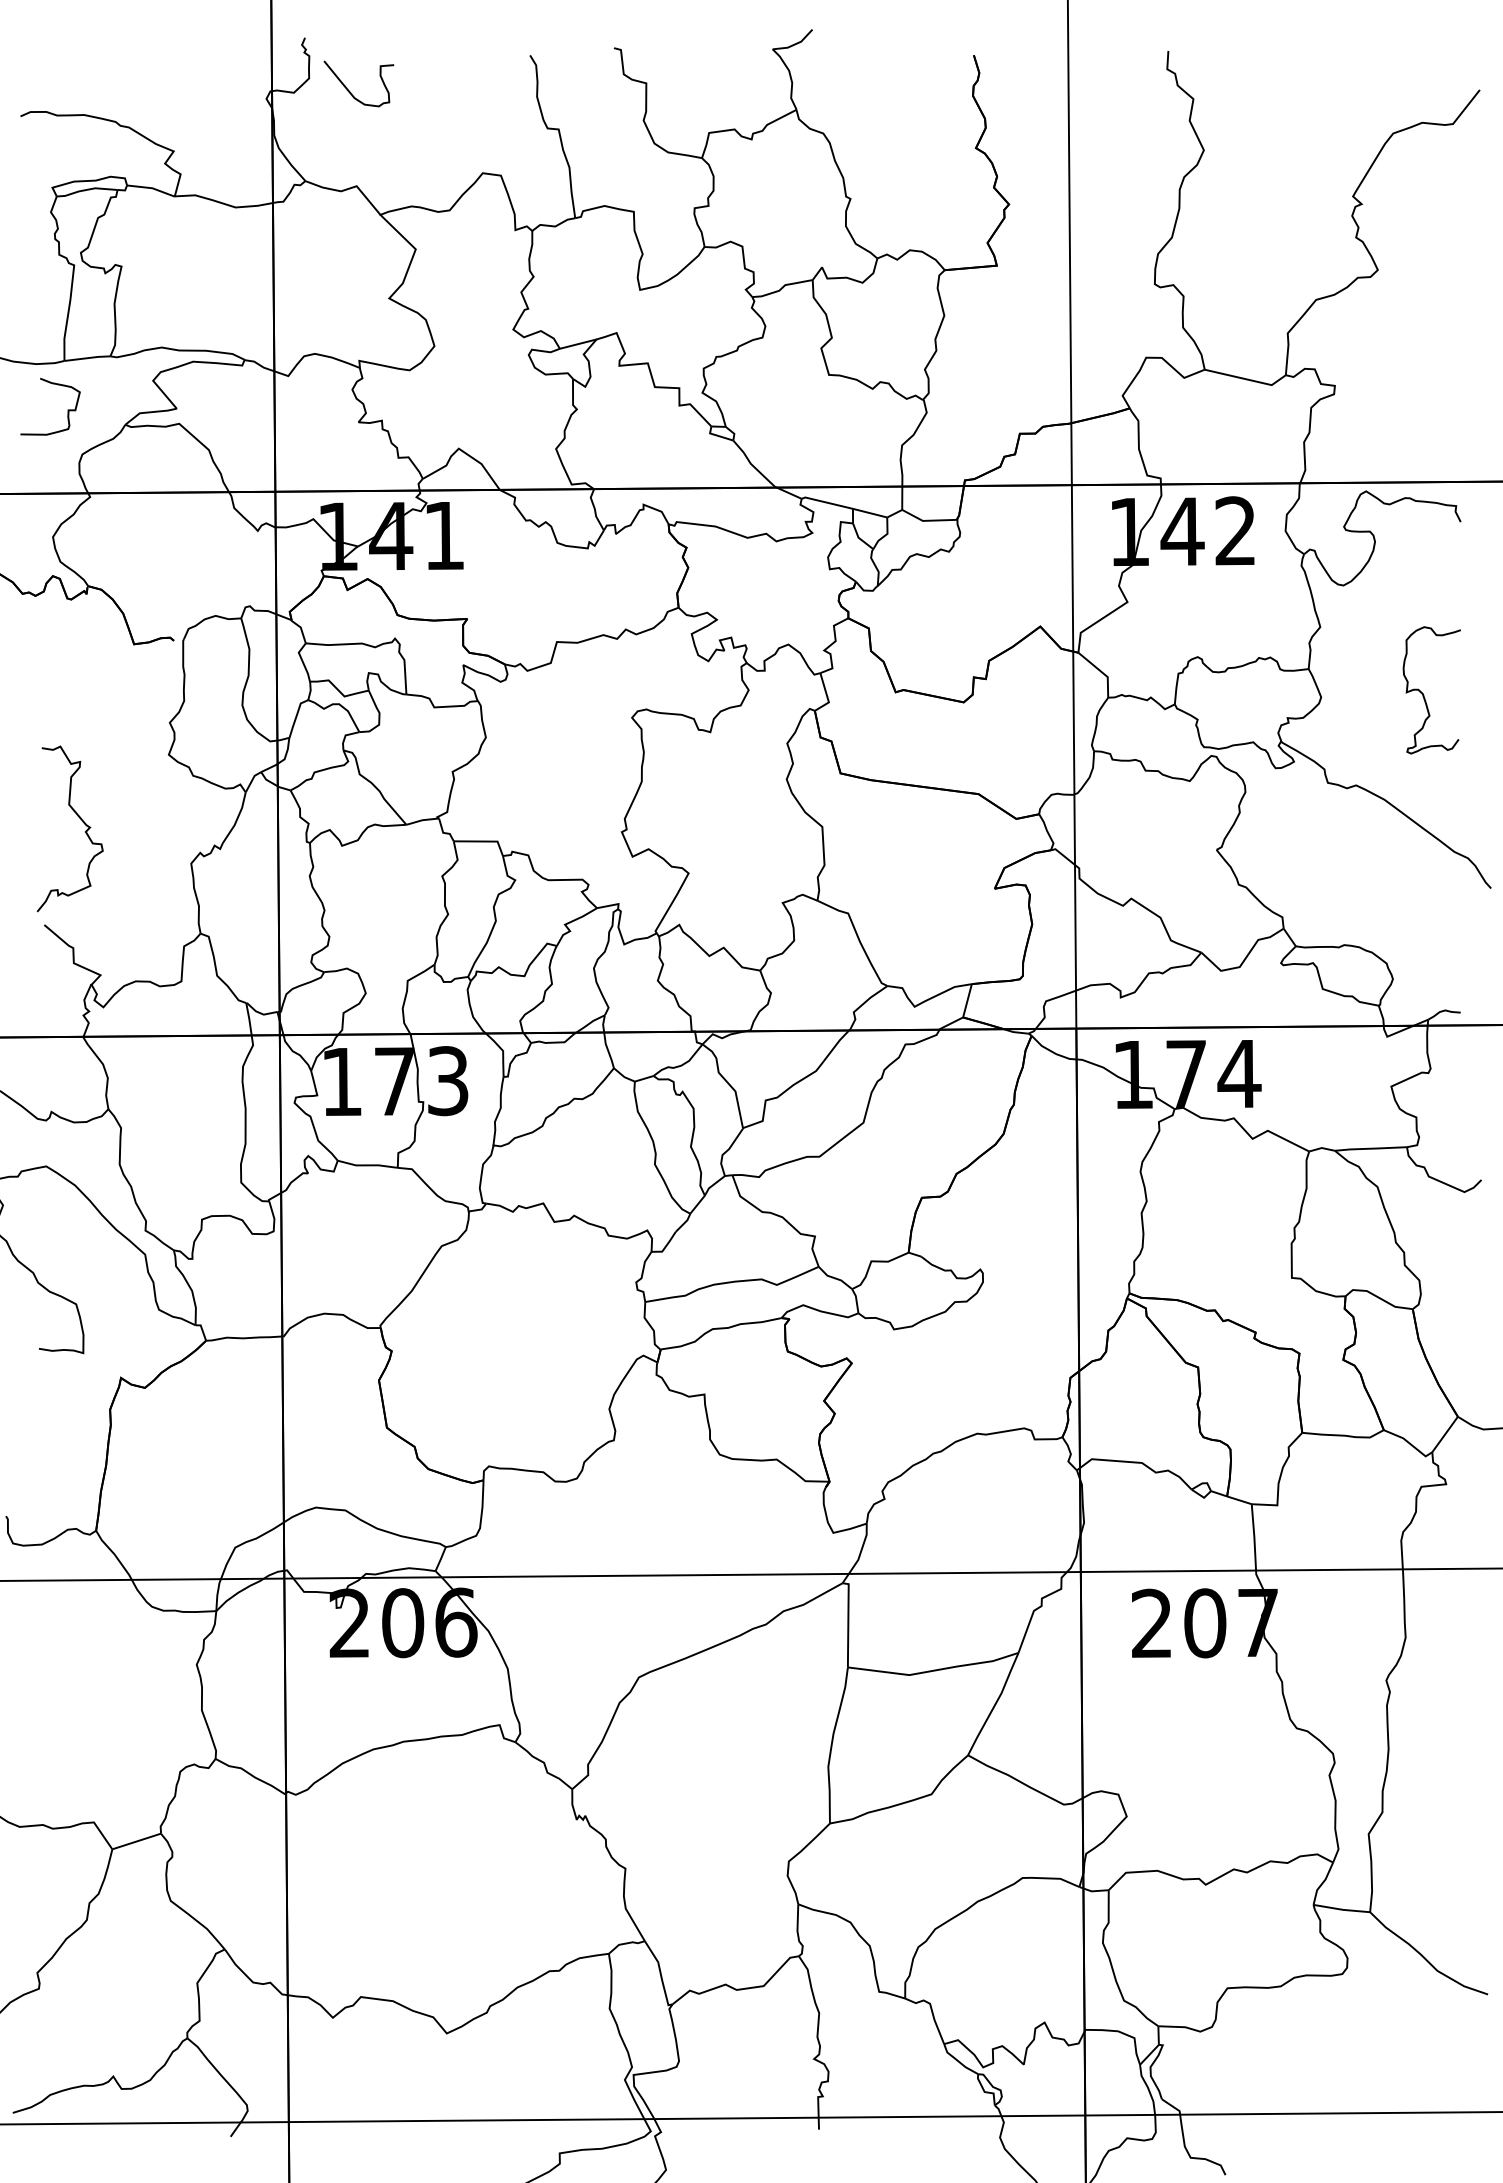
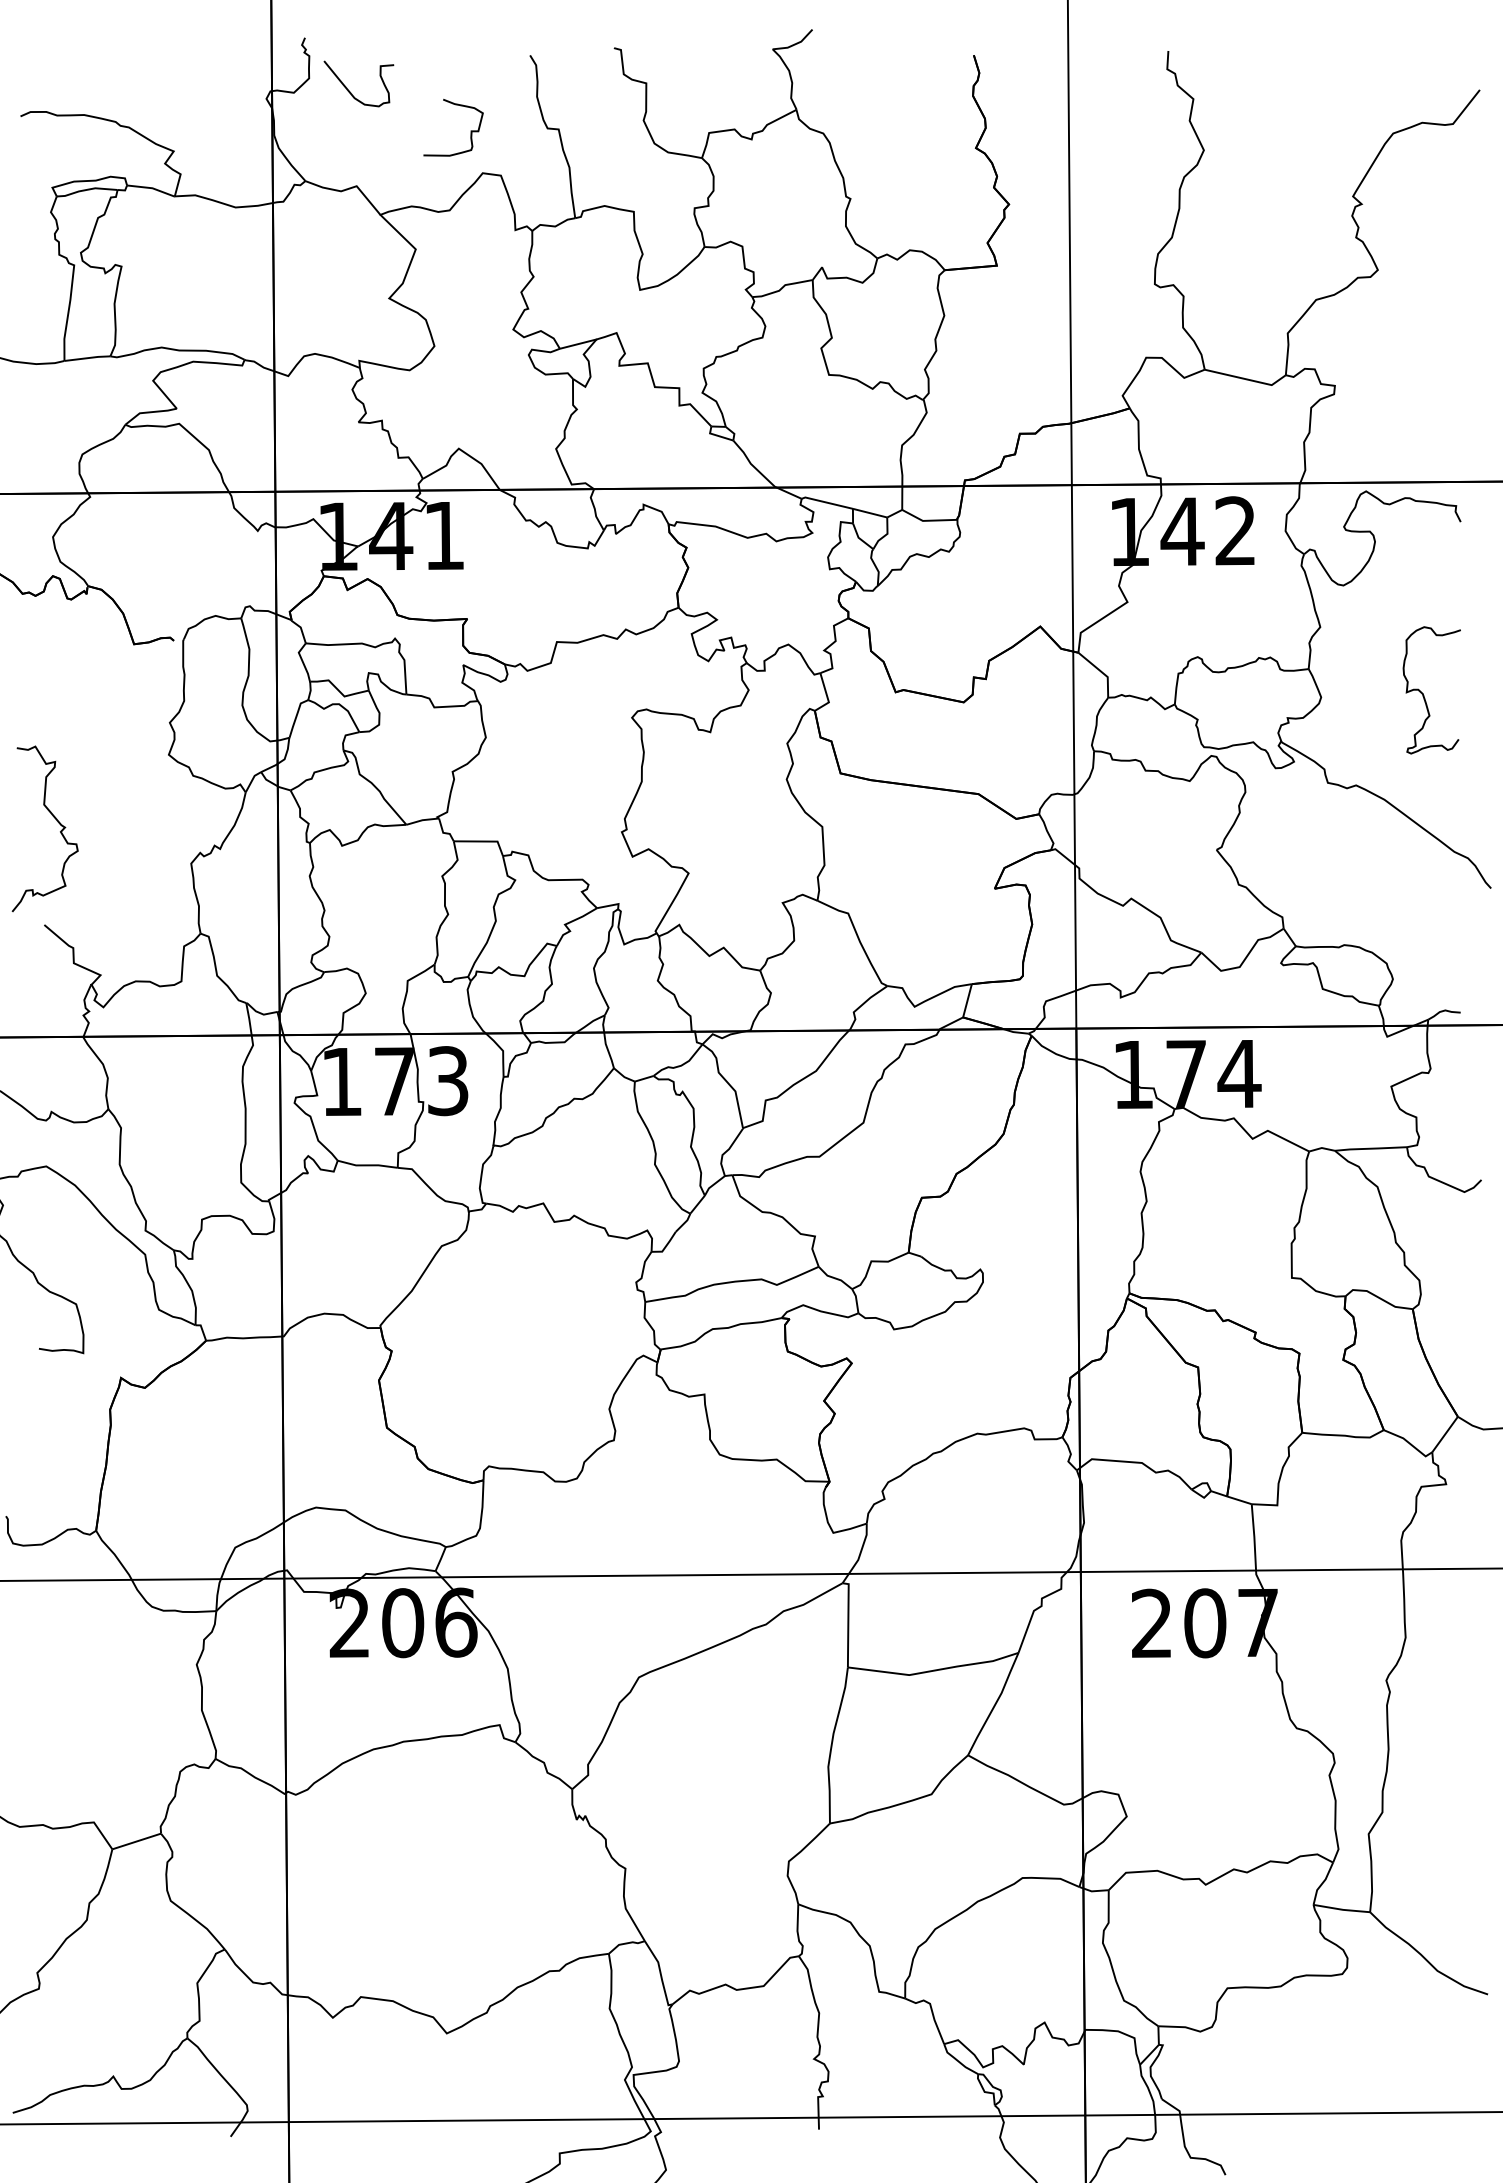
curve at (67, 409) position: (67, 409) -> (470, 130)
curve at (79, 818) position: (79, 818) -> (54, 818)
